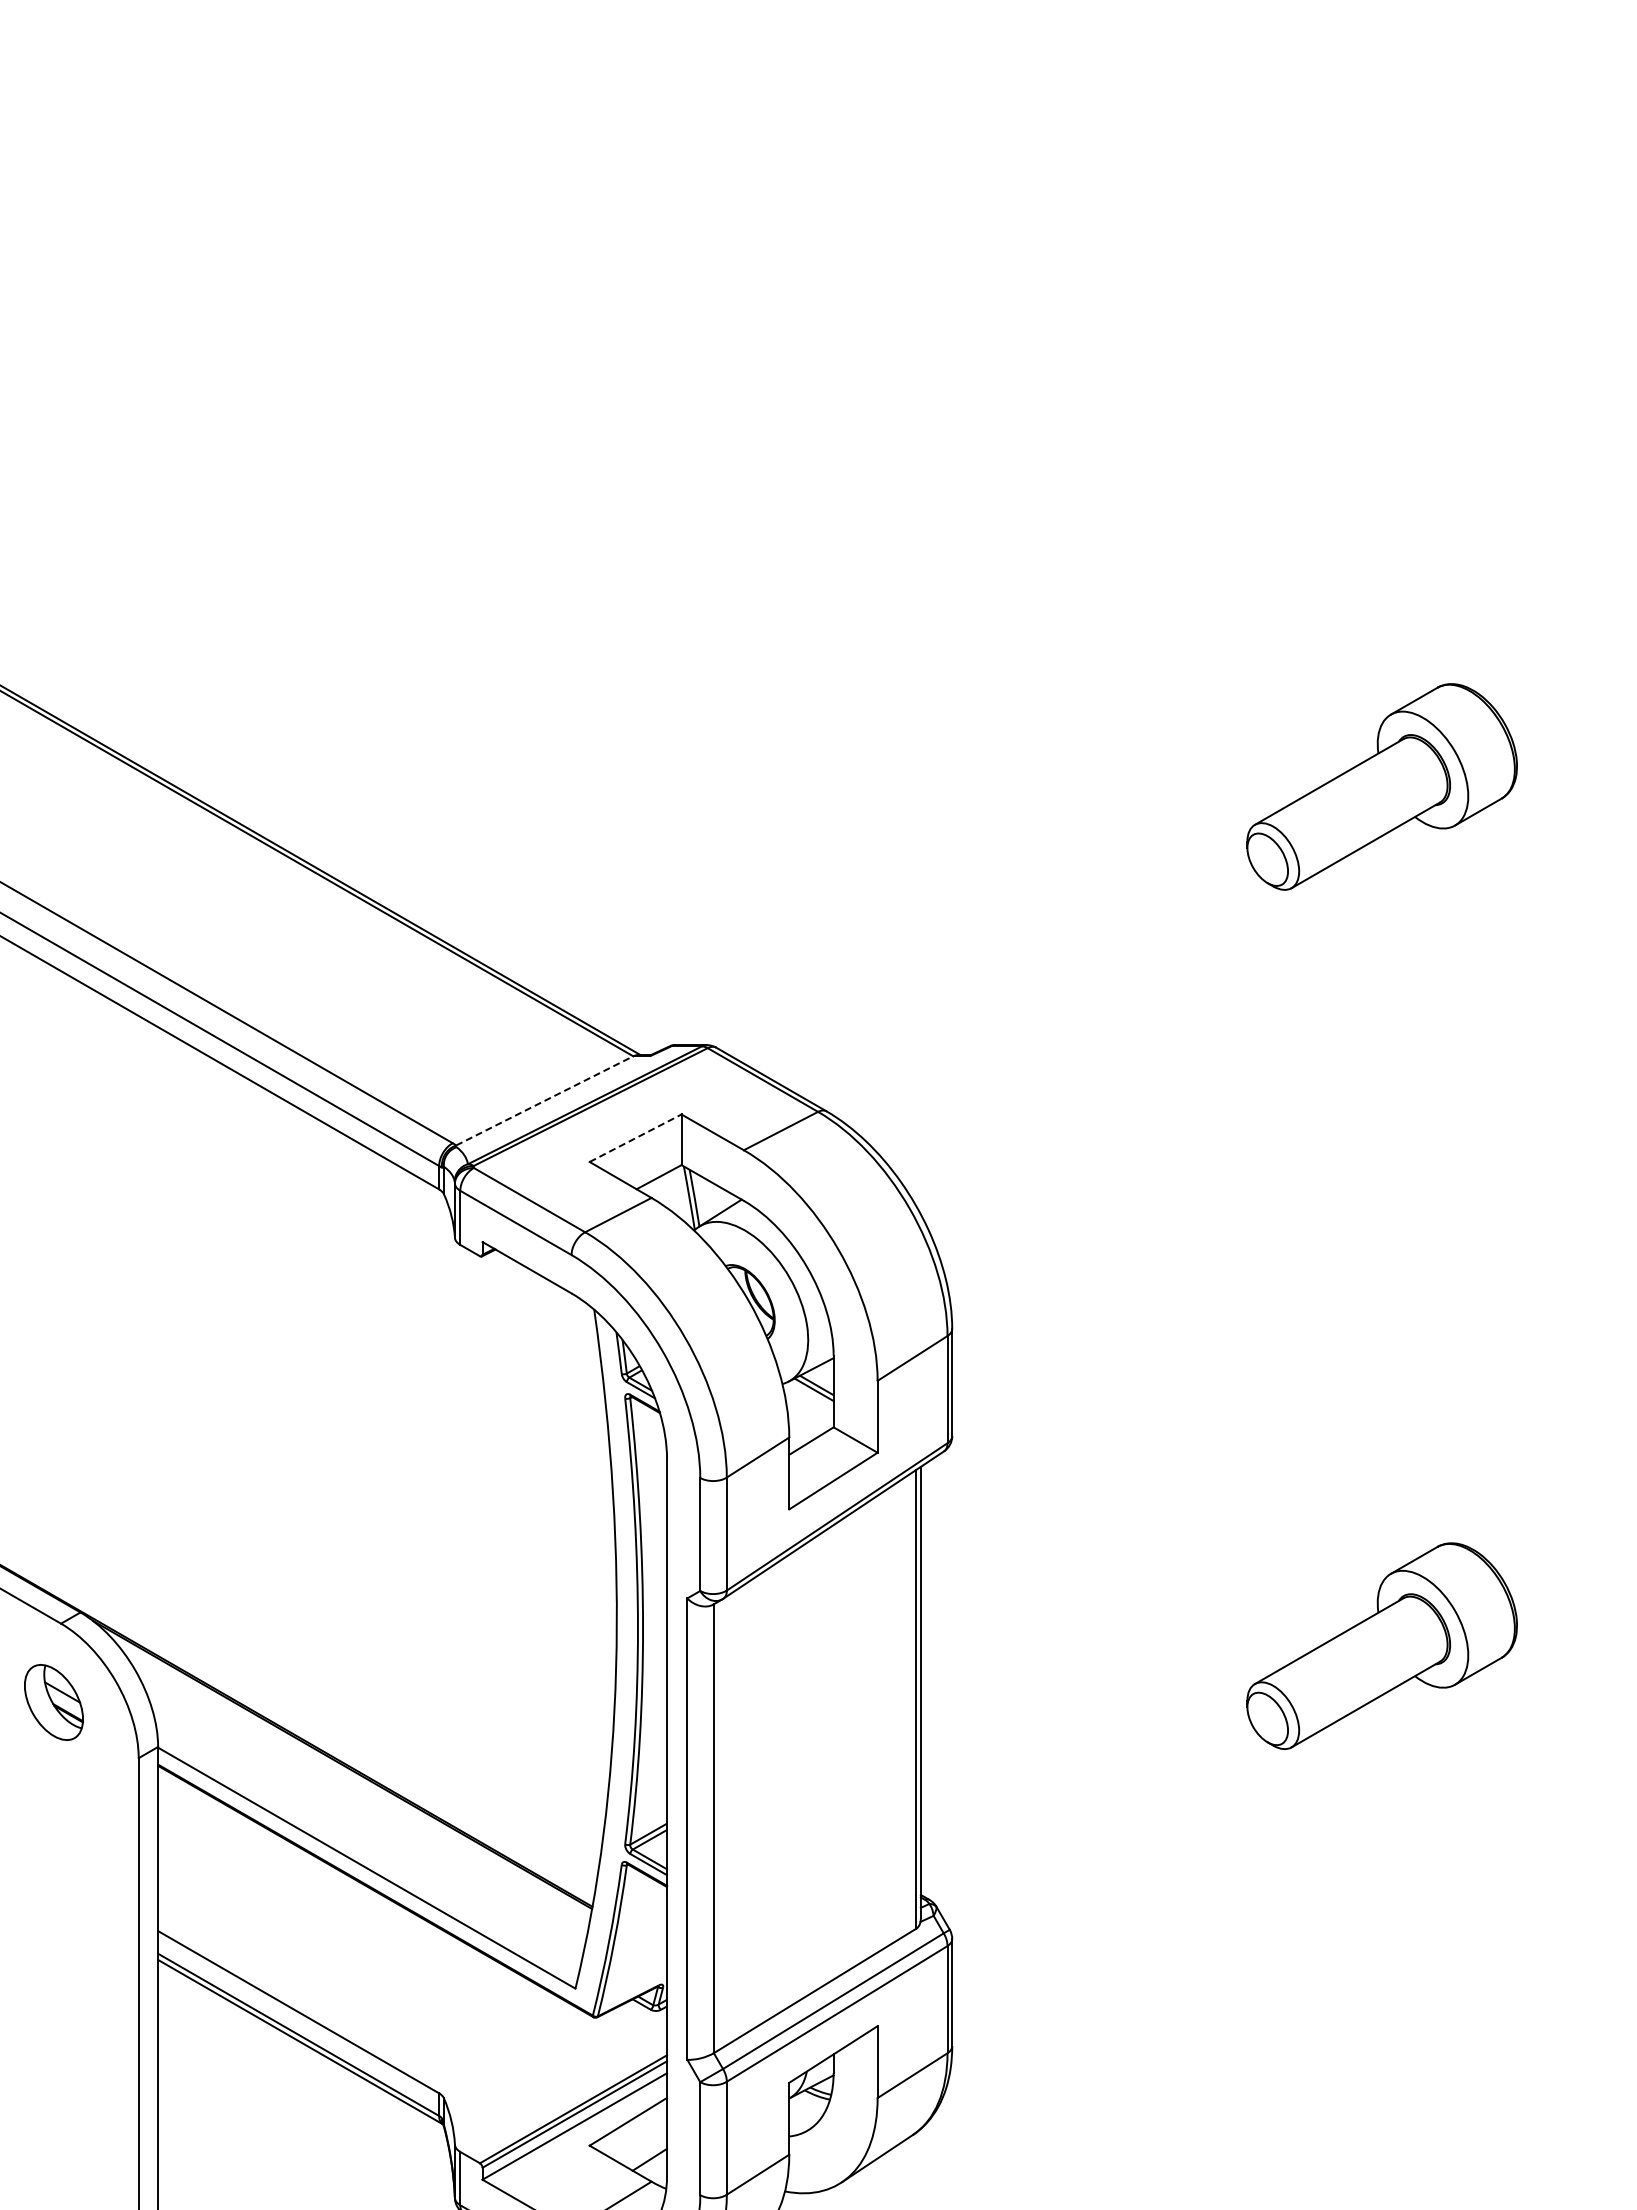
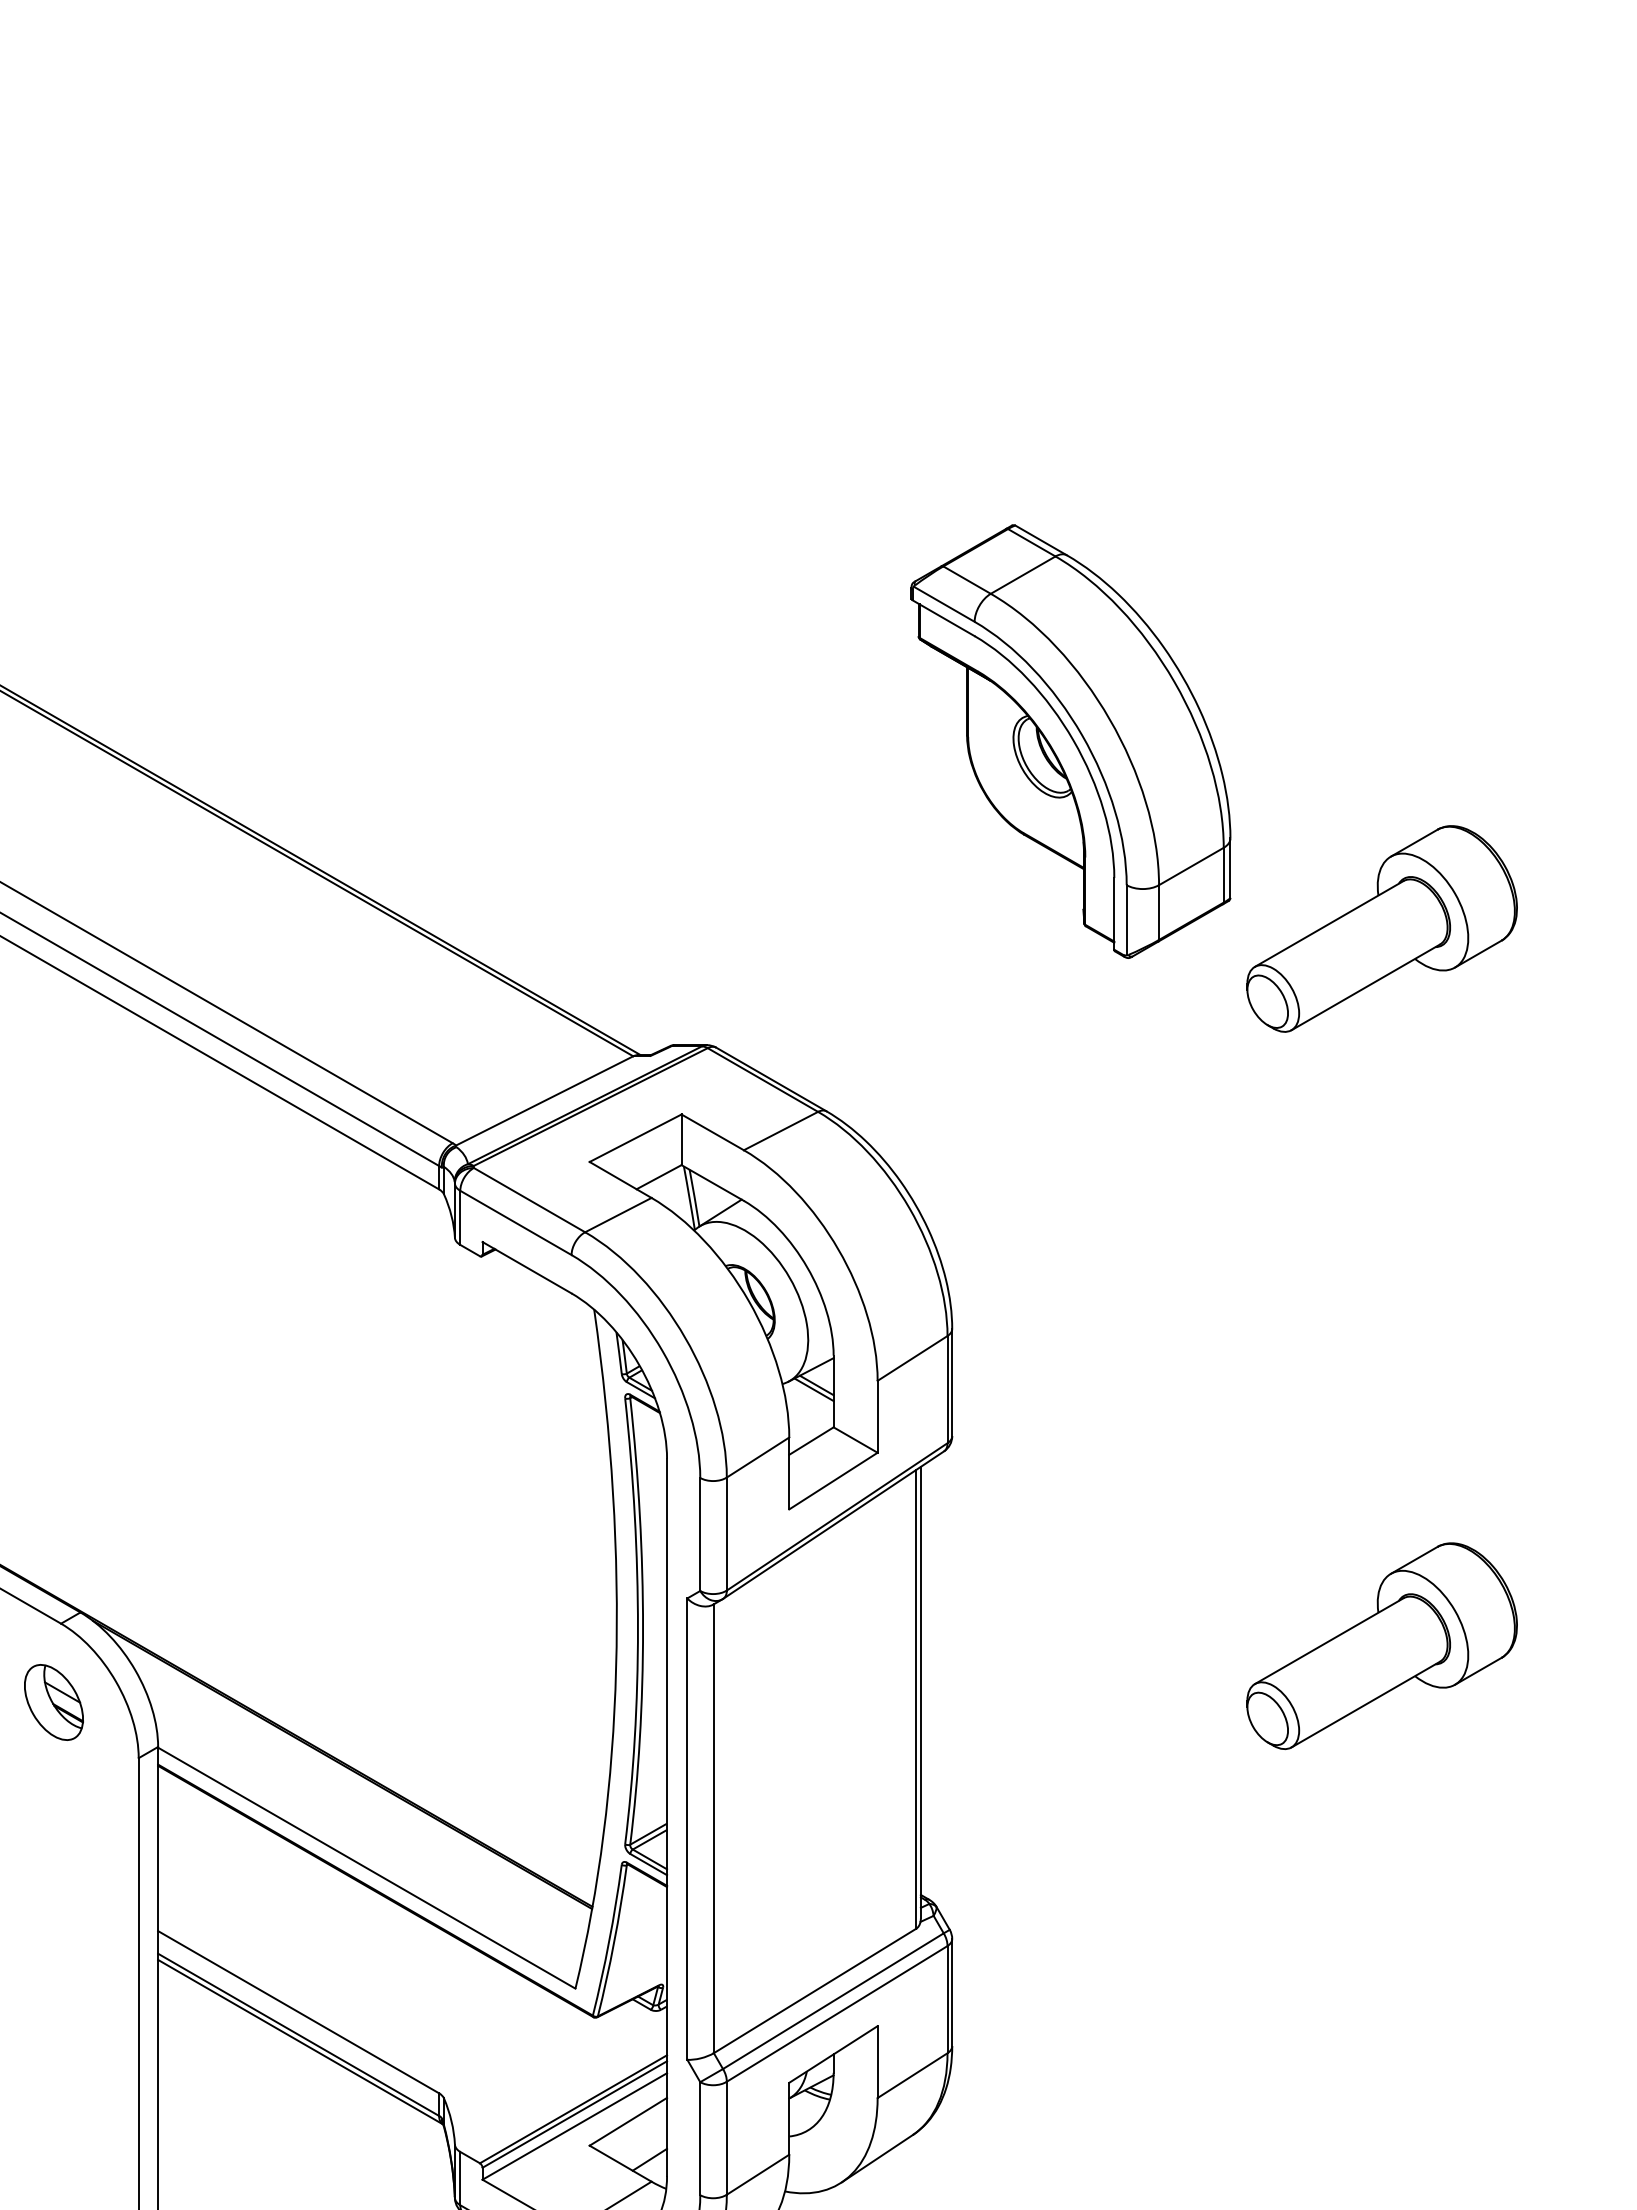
part at (1070, 741): none -> present
part at (1381, 786) position: (1381, 786) -> (1381, 928)
line at (545, 1100): dashed -> solid
line at (635, 1138): dashed -> solid
